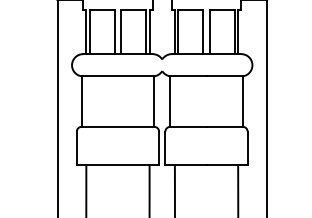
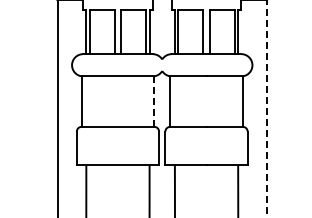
line at (154, 101): solid -> dashed
line at (266, 108): solid -> dashed
